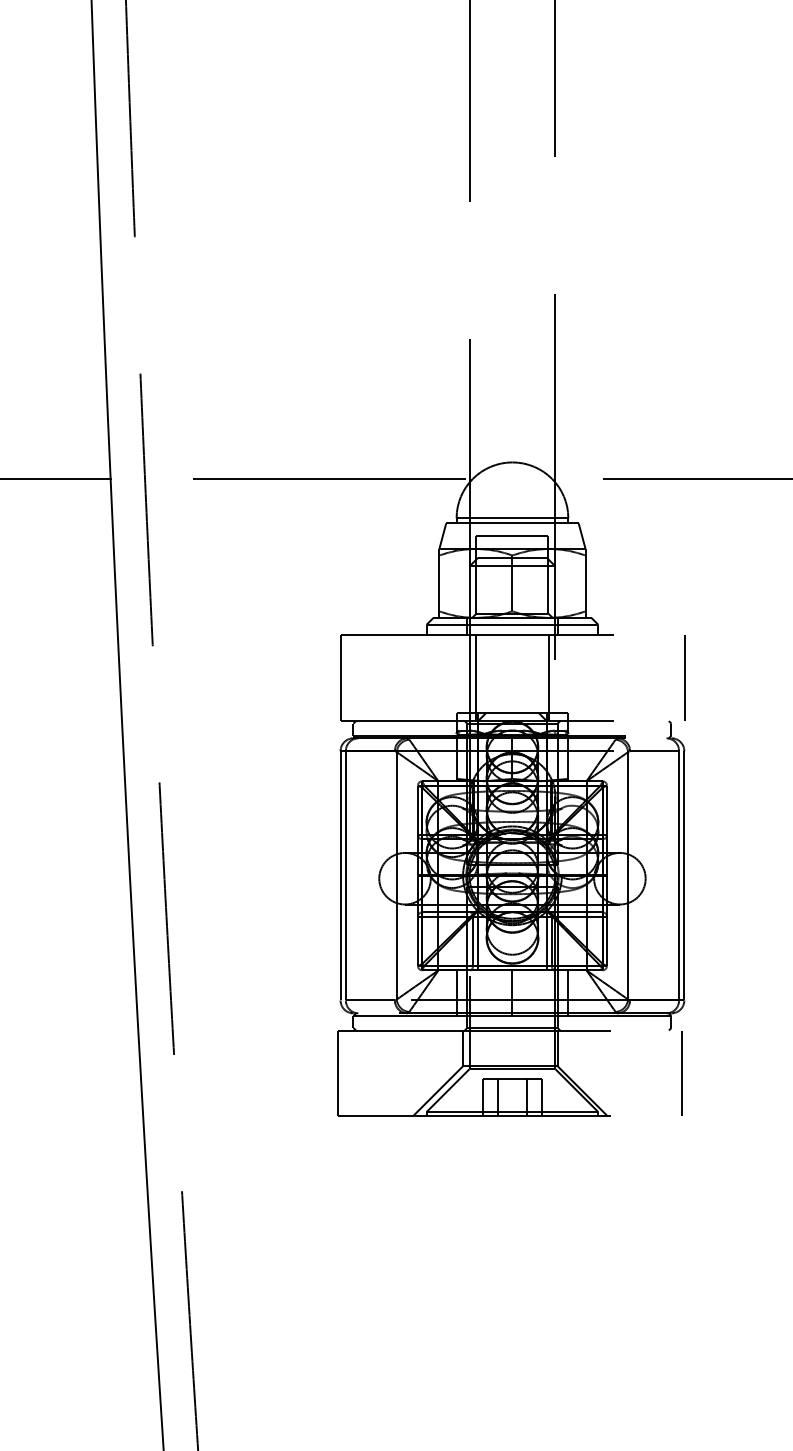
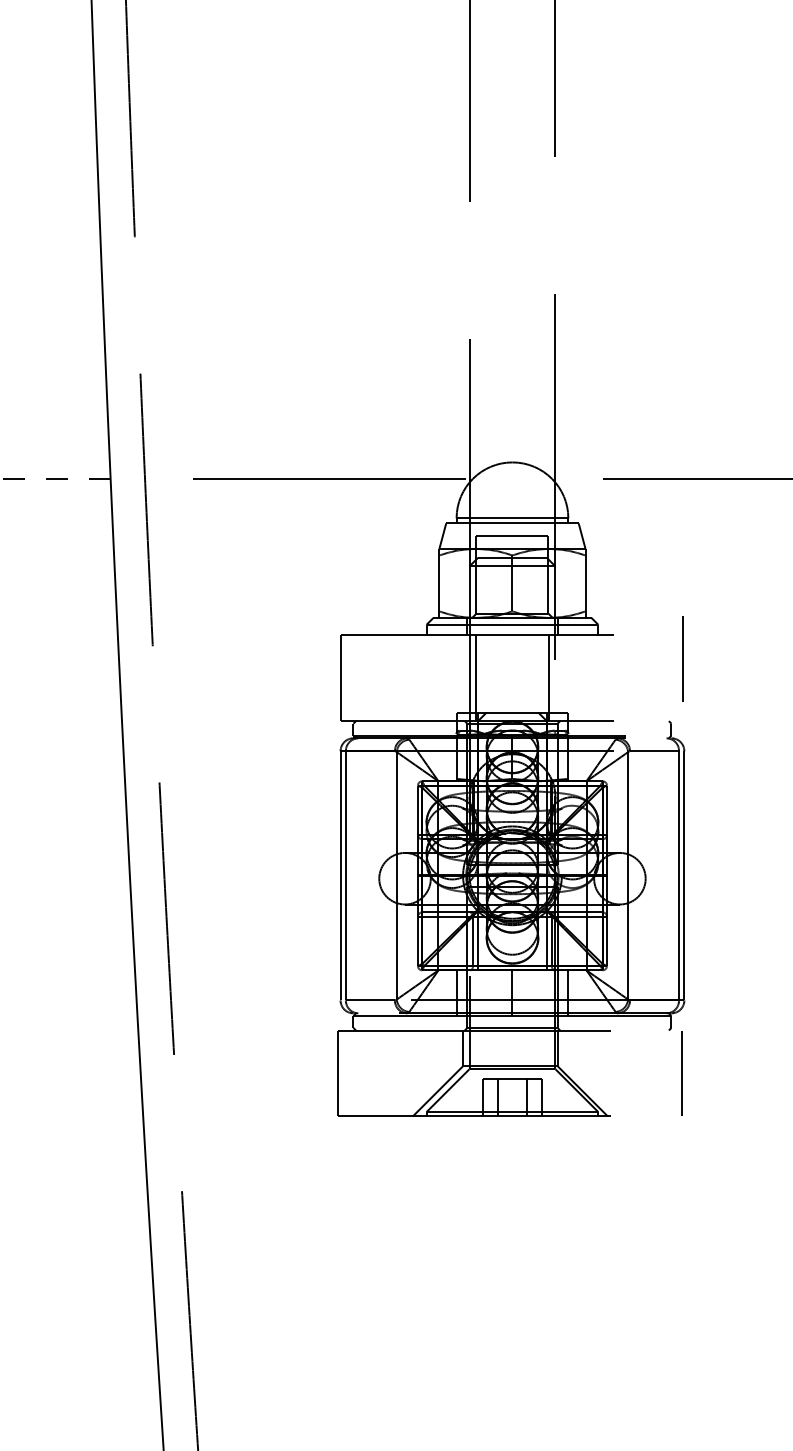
line at (55, 479): solid -> dashed
line at (684, 677) position: (684, 677) -> (682, 658)
